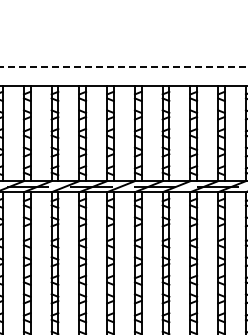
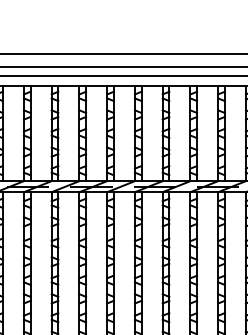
line at (123, 54): none -> present
line at (123, 67): dashed -> solid
line at (123, 76): none -> present
